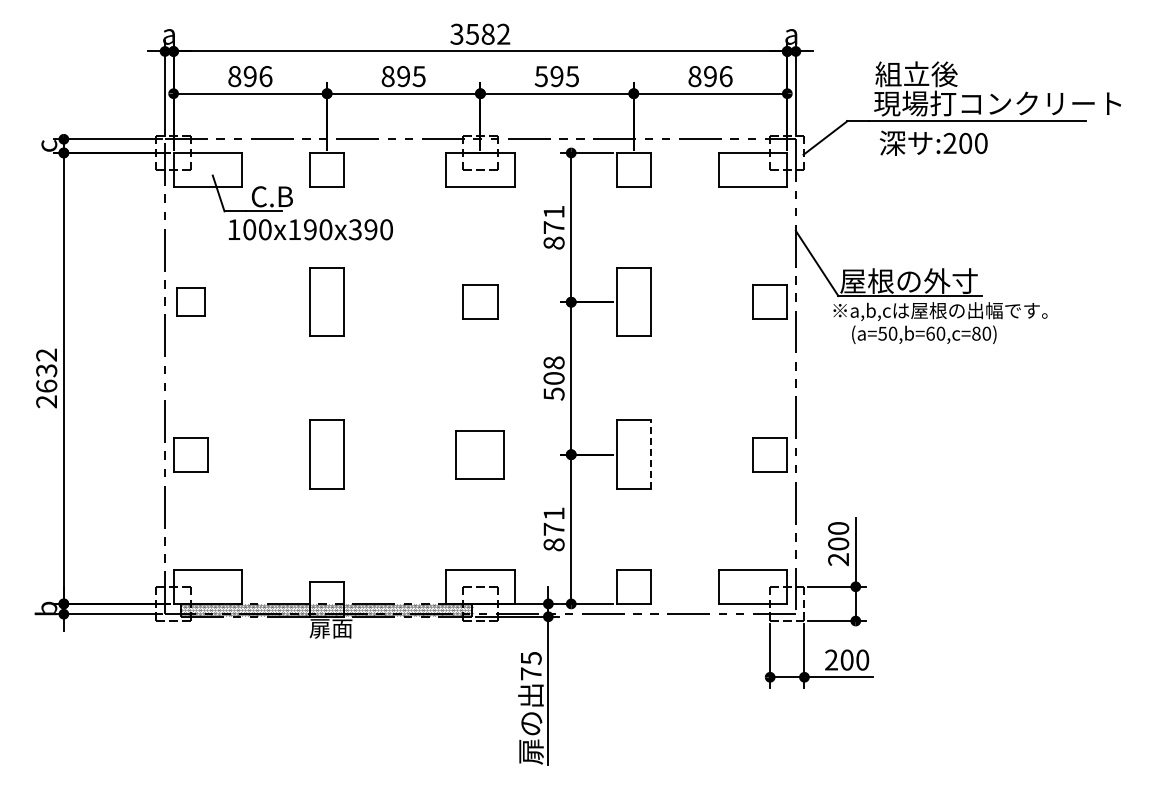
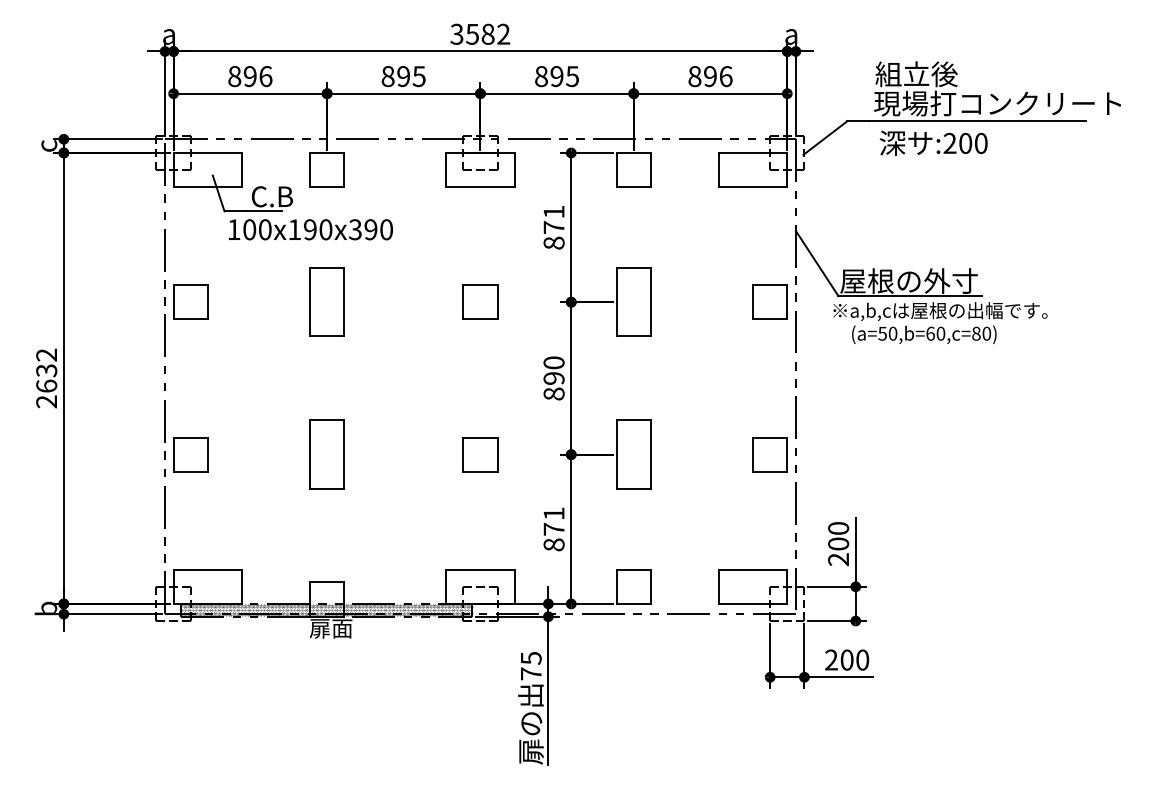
text at (540, 76): 595 -> 895
part at (190, 301) size: 30x30 px -> 36x36 px
text at (553, 378): 508 -> 890
part at (479, 454) size: 50x50 px -> 37x36 px
line at (650, 454): dashed -> solid
